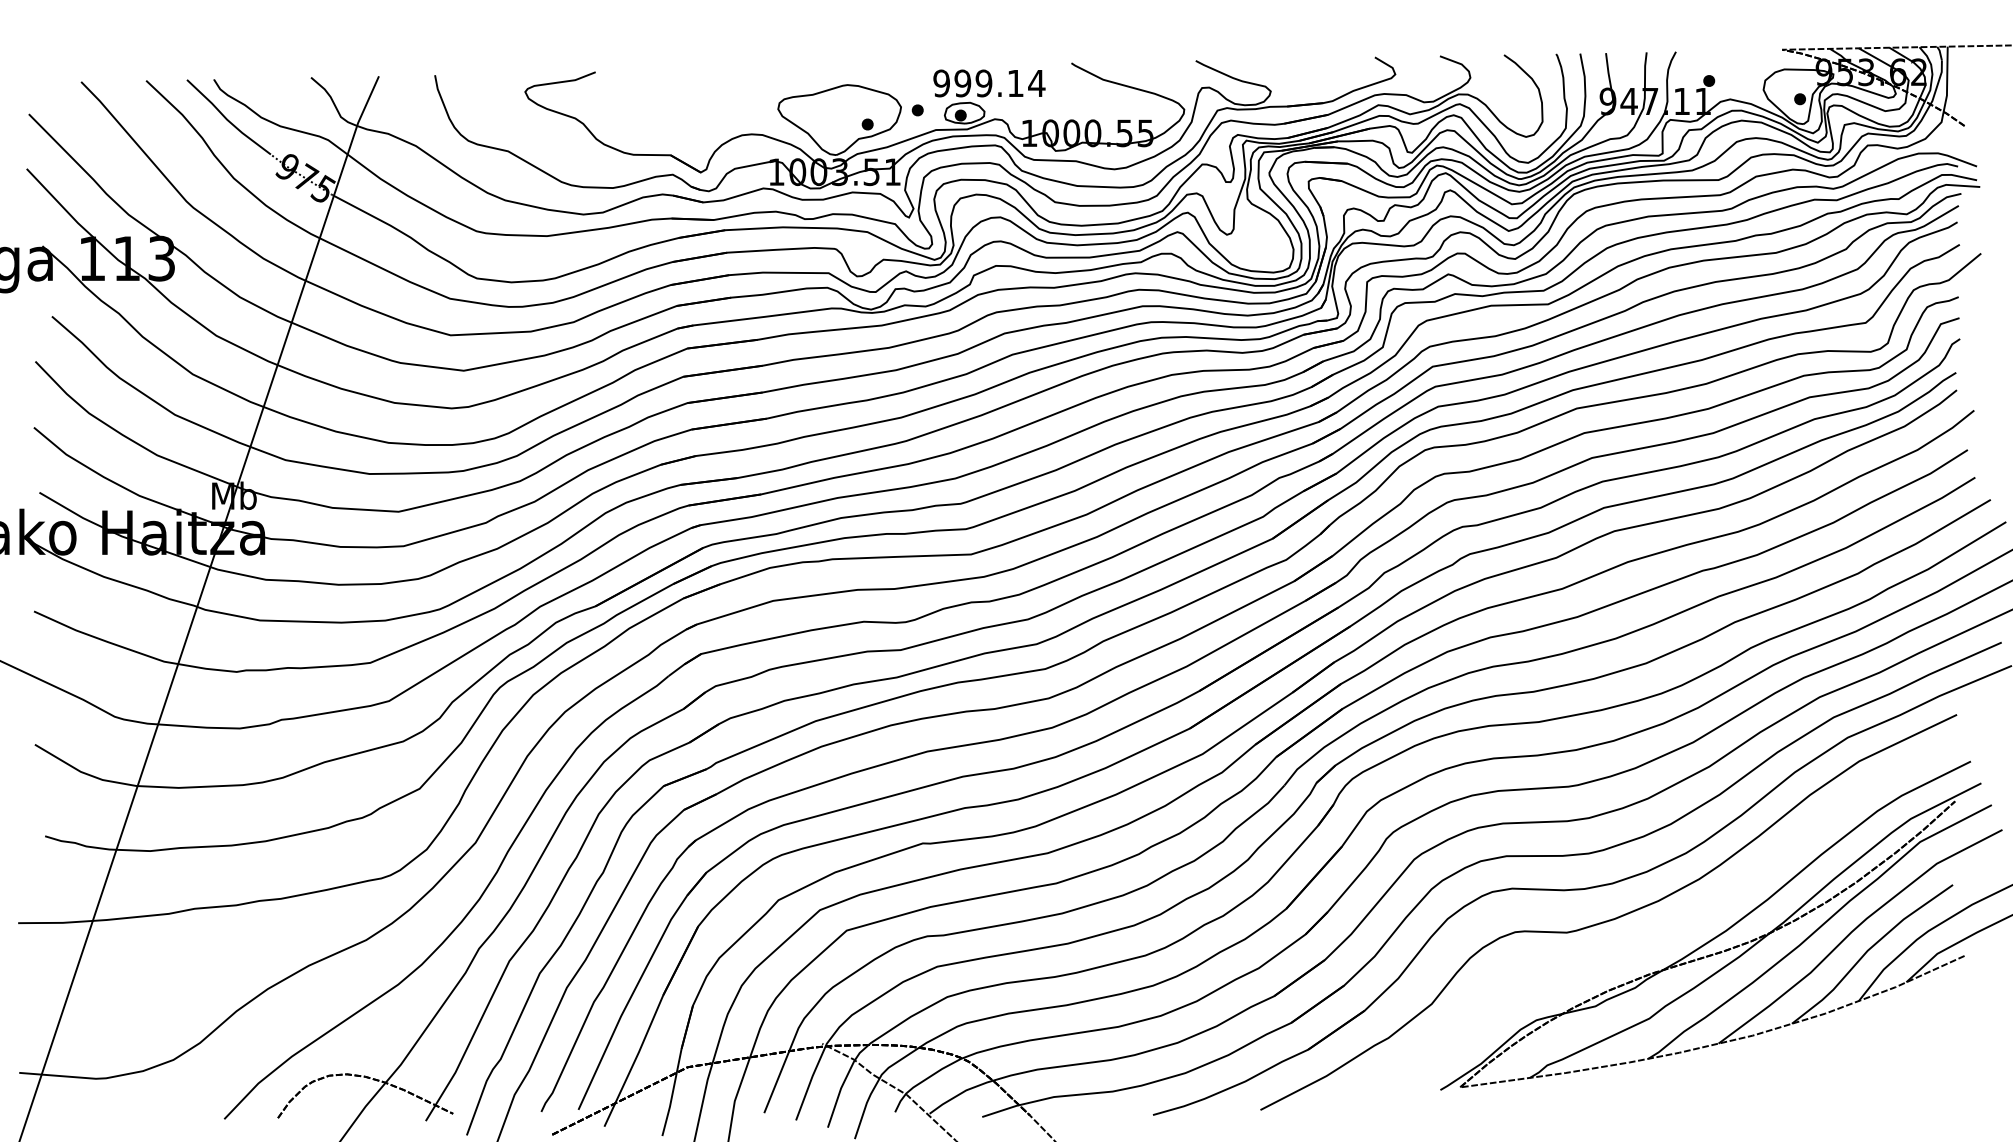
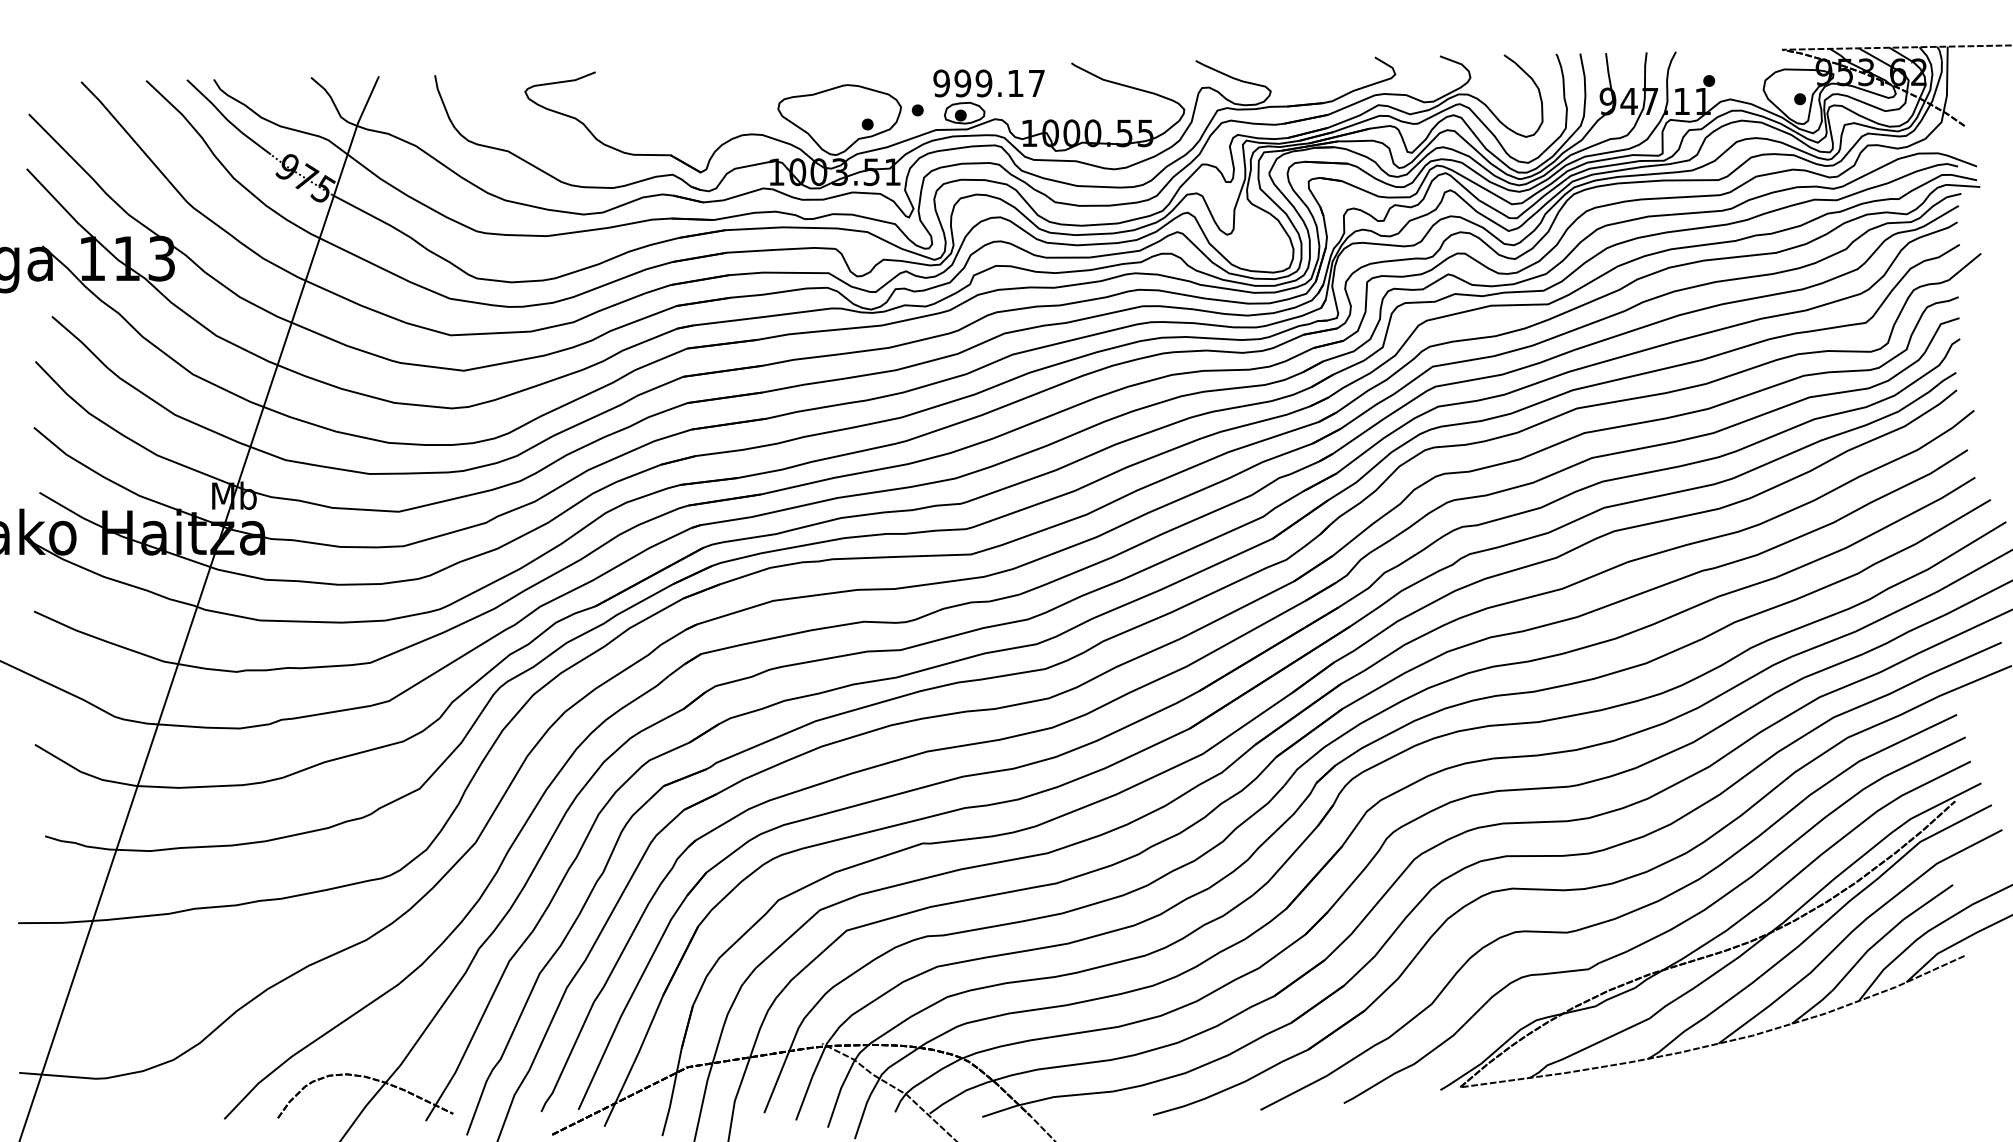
text at (1036, 83): 999.14 -> 999.17
part at (1660, 933): none -> present
